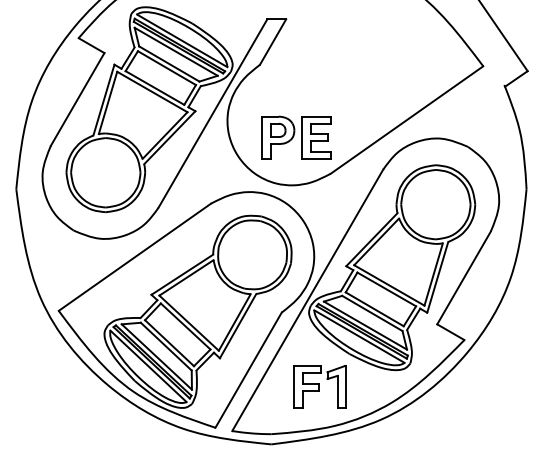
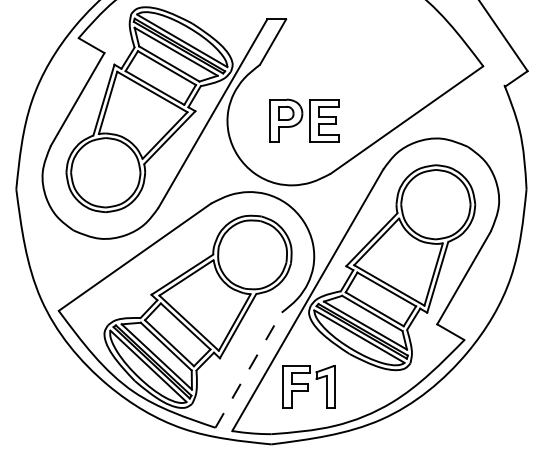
part at (296, 137) position: (296, 137) -> (304, 120)
line at (248, 369): solid -> dashed
part at (319, 386) position: (319, 386) -> (308, 386)
